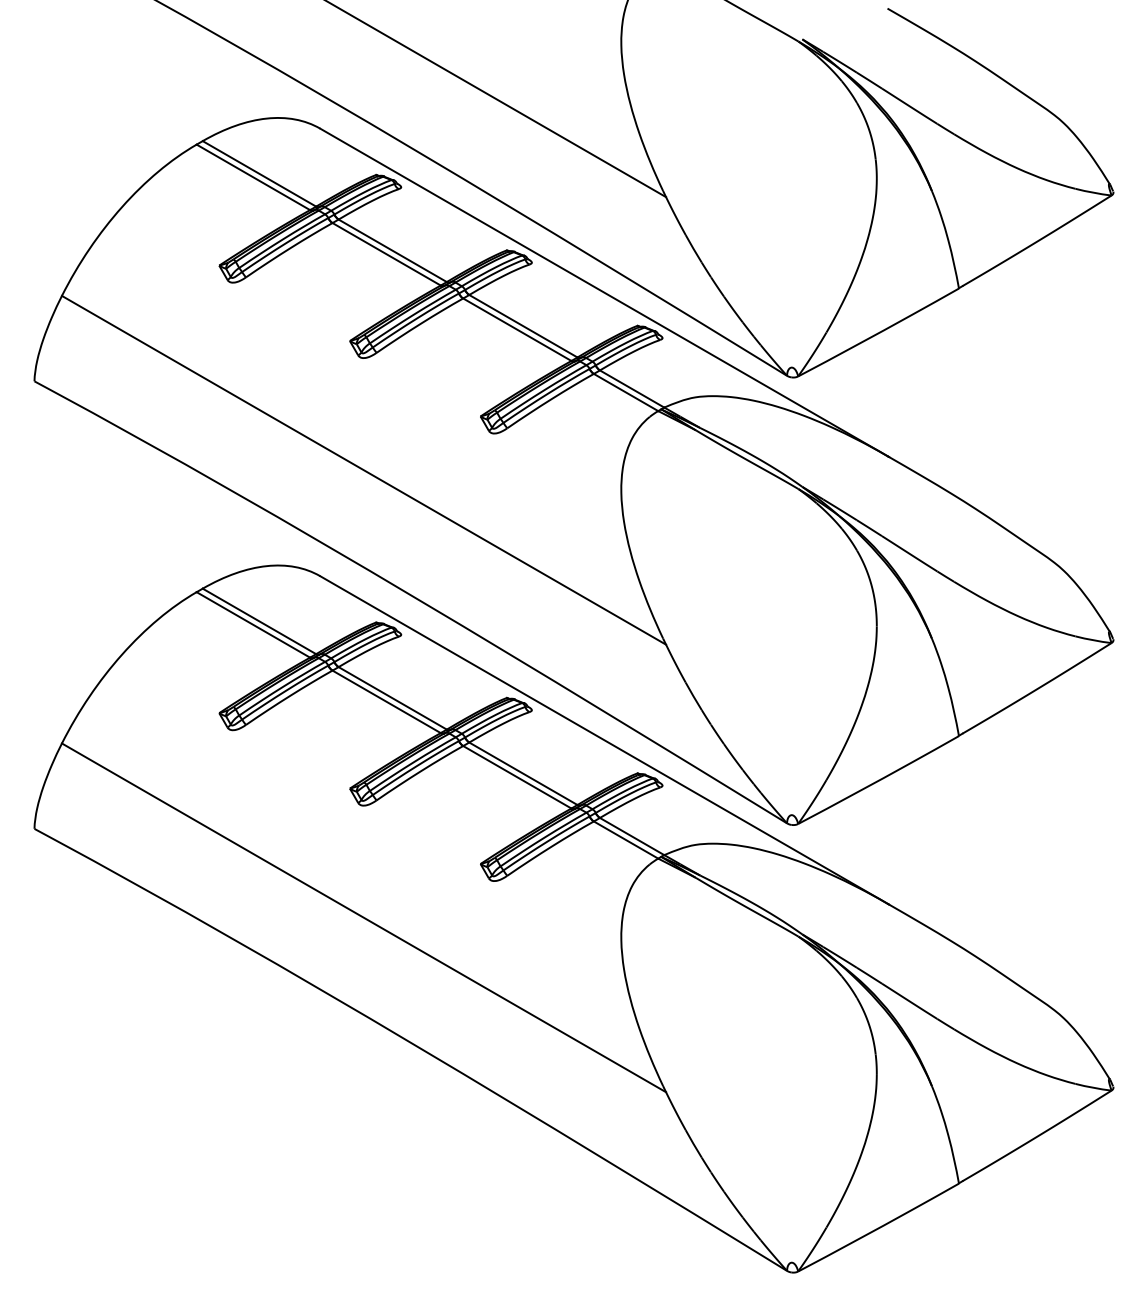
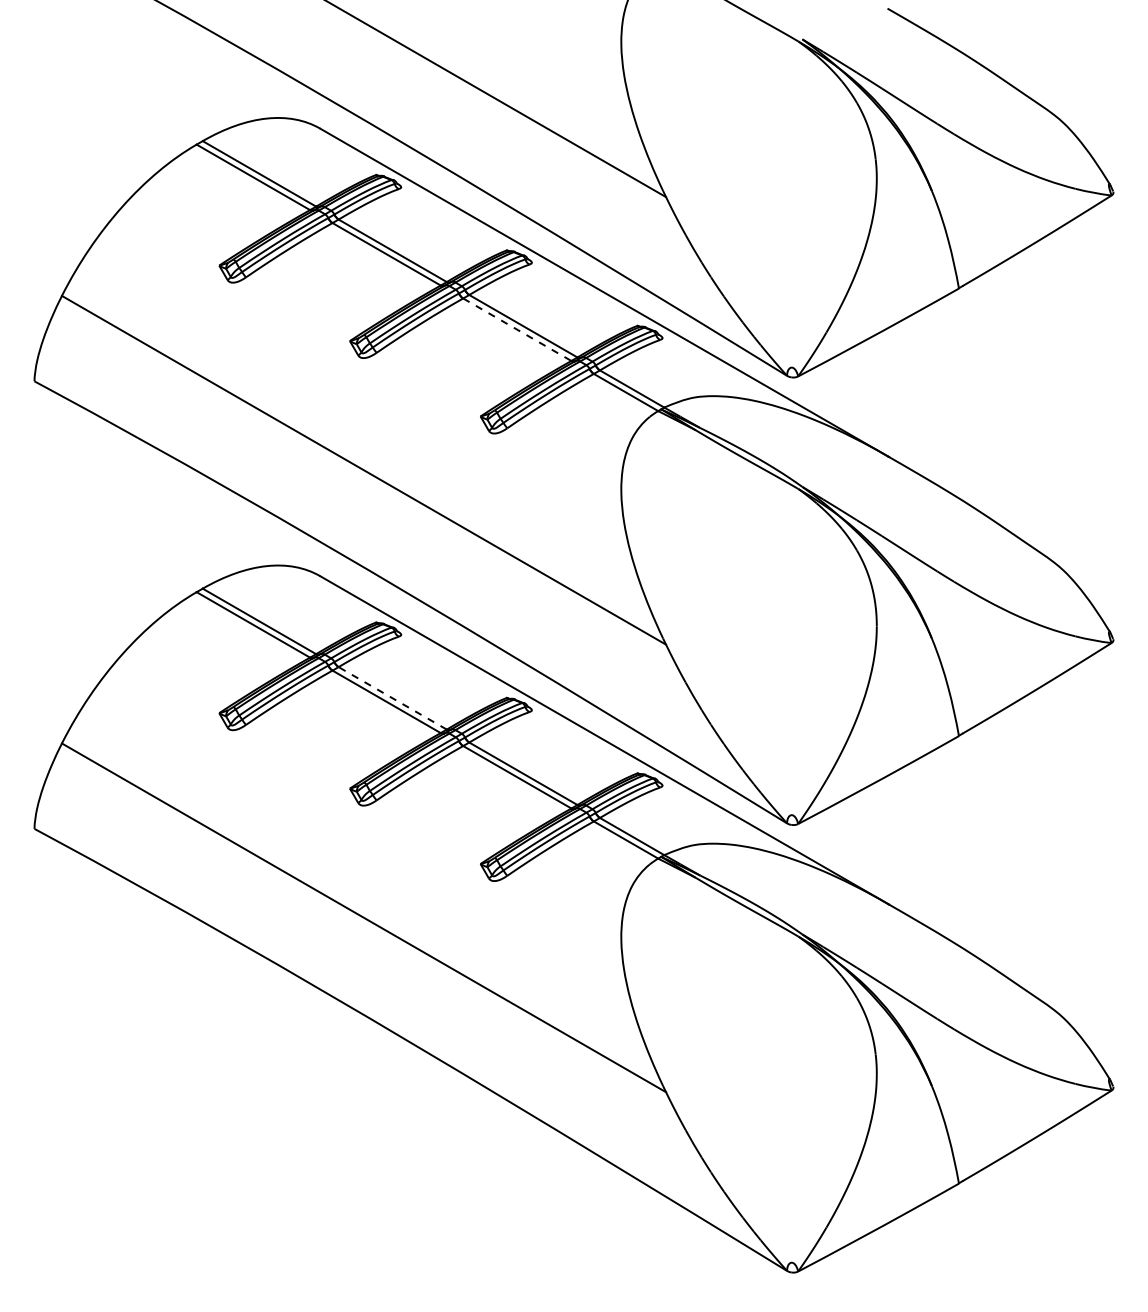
line at (517, 329): solid -> dashed
line at (392, 698): solid -> dashed
